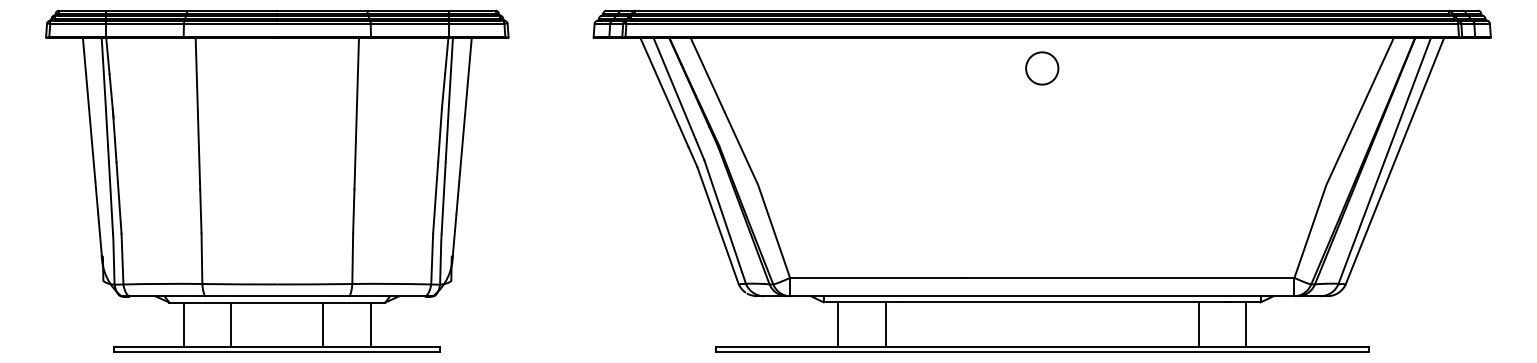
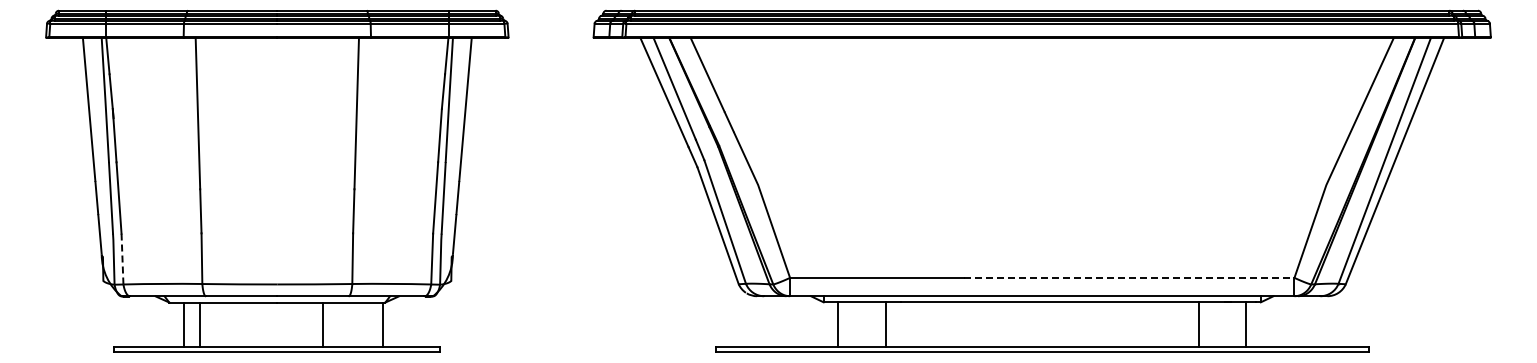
circle at (1042, 68): present -> none
line at (122, 258): solid -> dashed
line at (1129, 277): solid -> dashed
line at (231, 324) position: (231, 324) -> (200, 324)
line at (370, 324) position: (370, 324) -> (382, 324)
